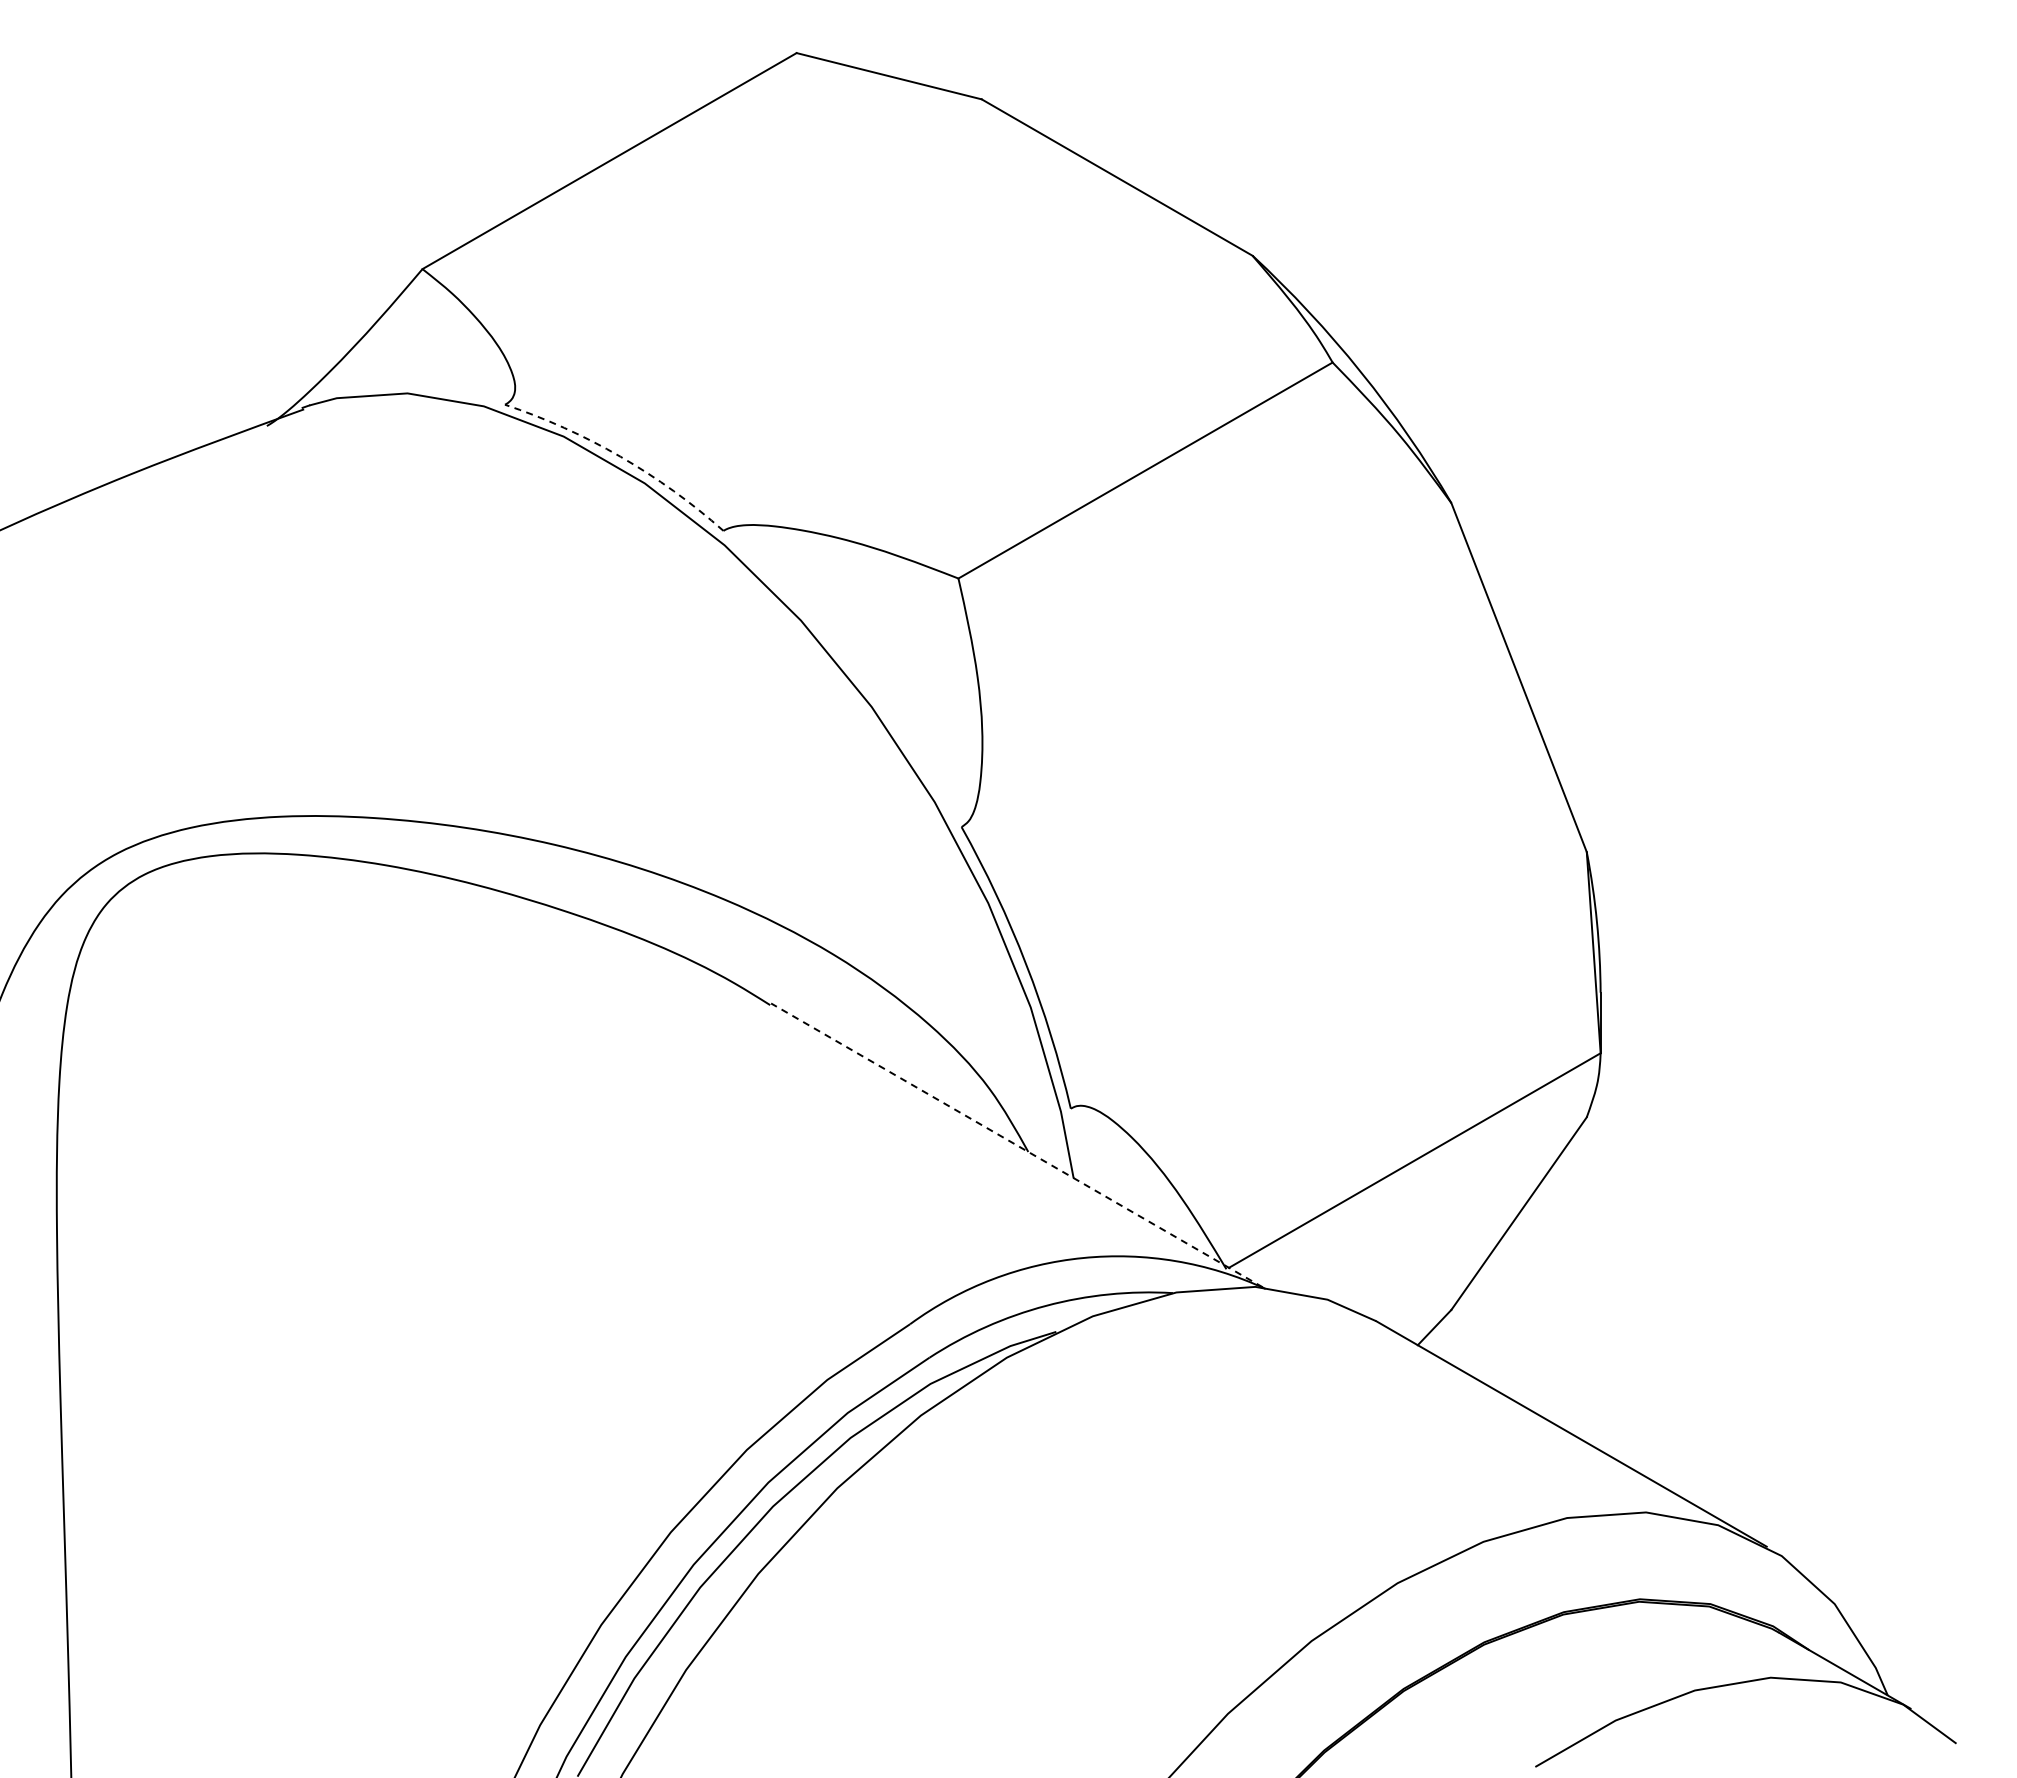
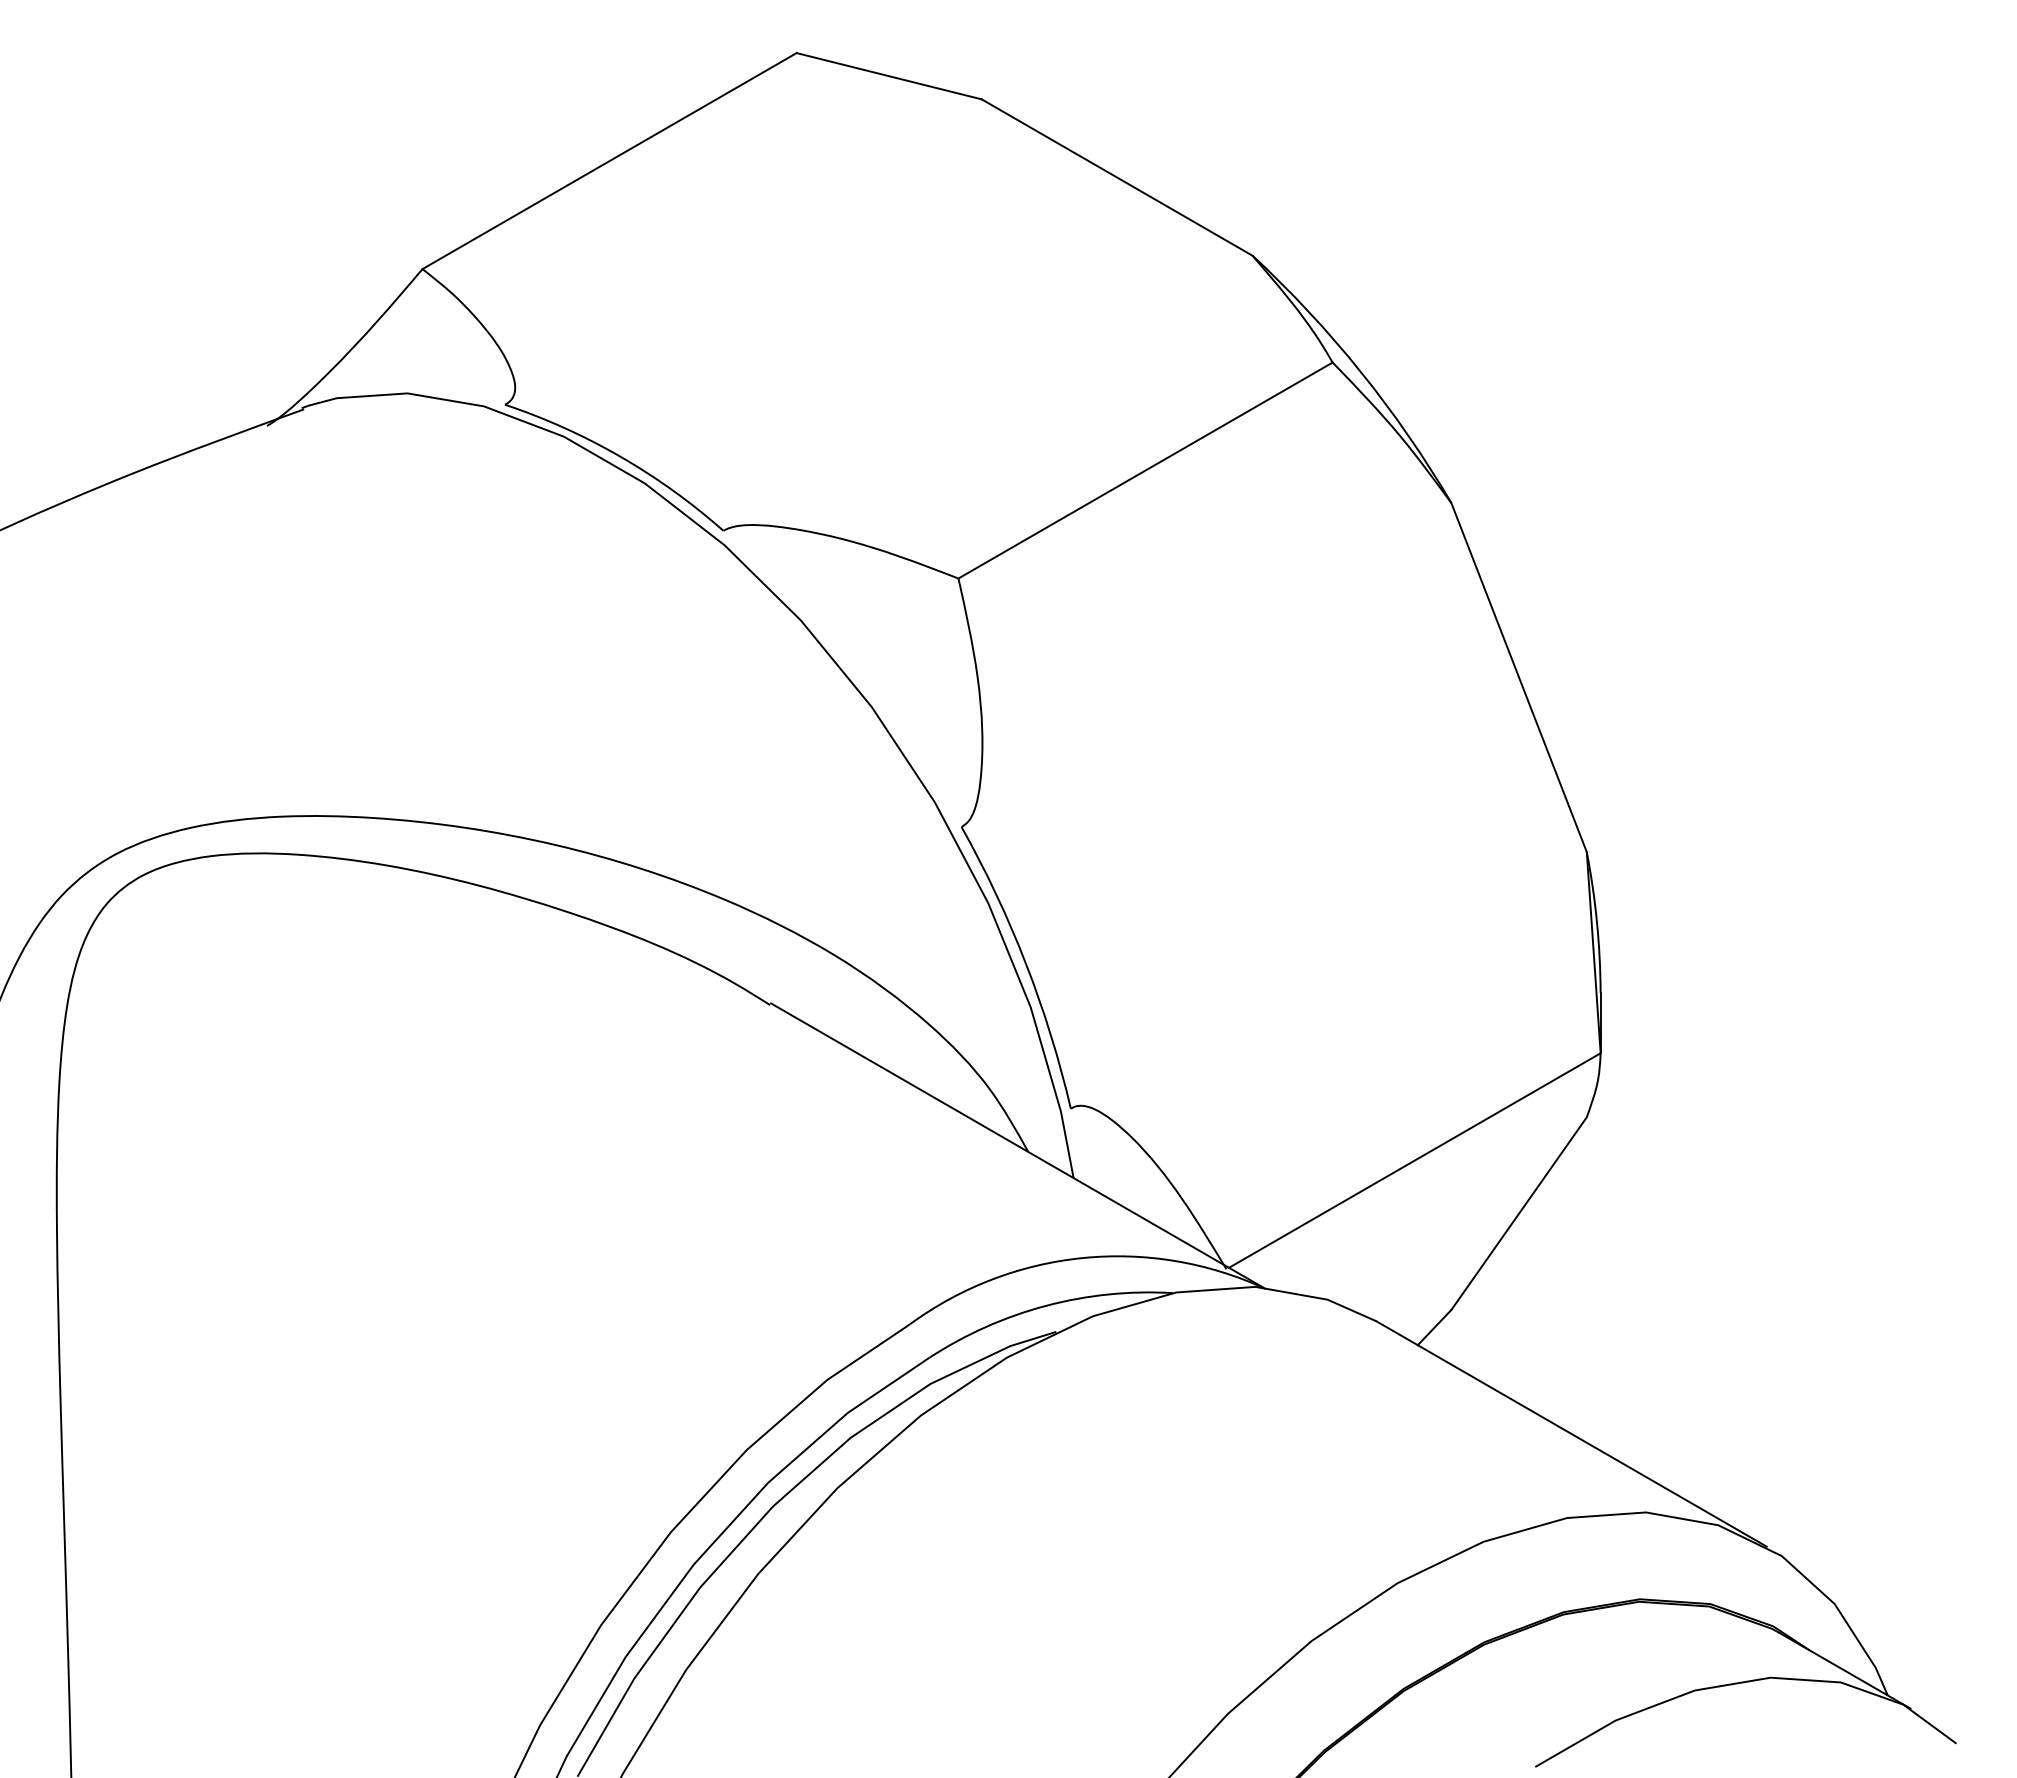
arc at (620, 456): dashed -> solid
line at (1016, 1145): dashed -> solid
